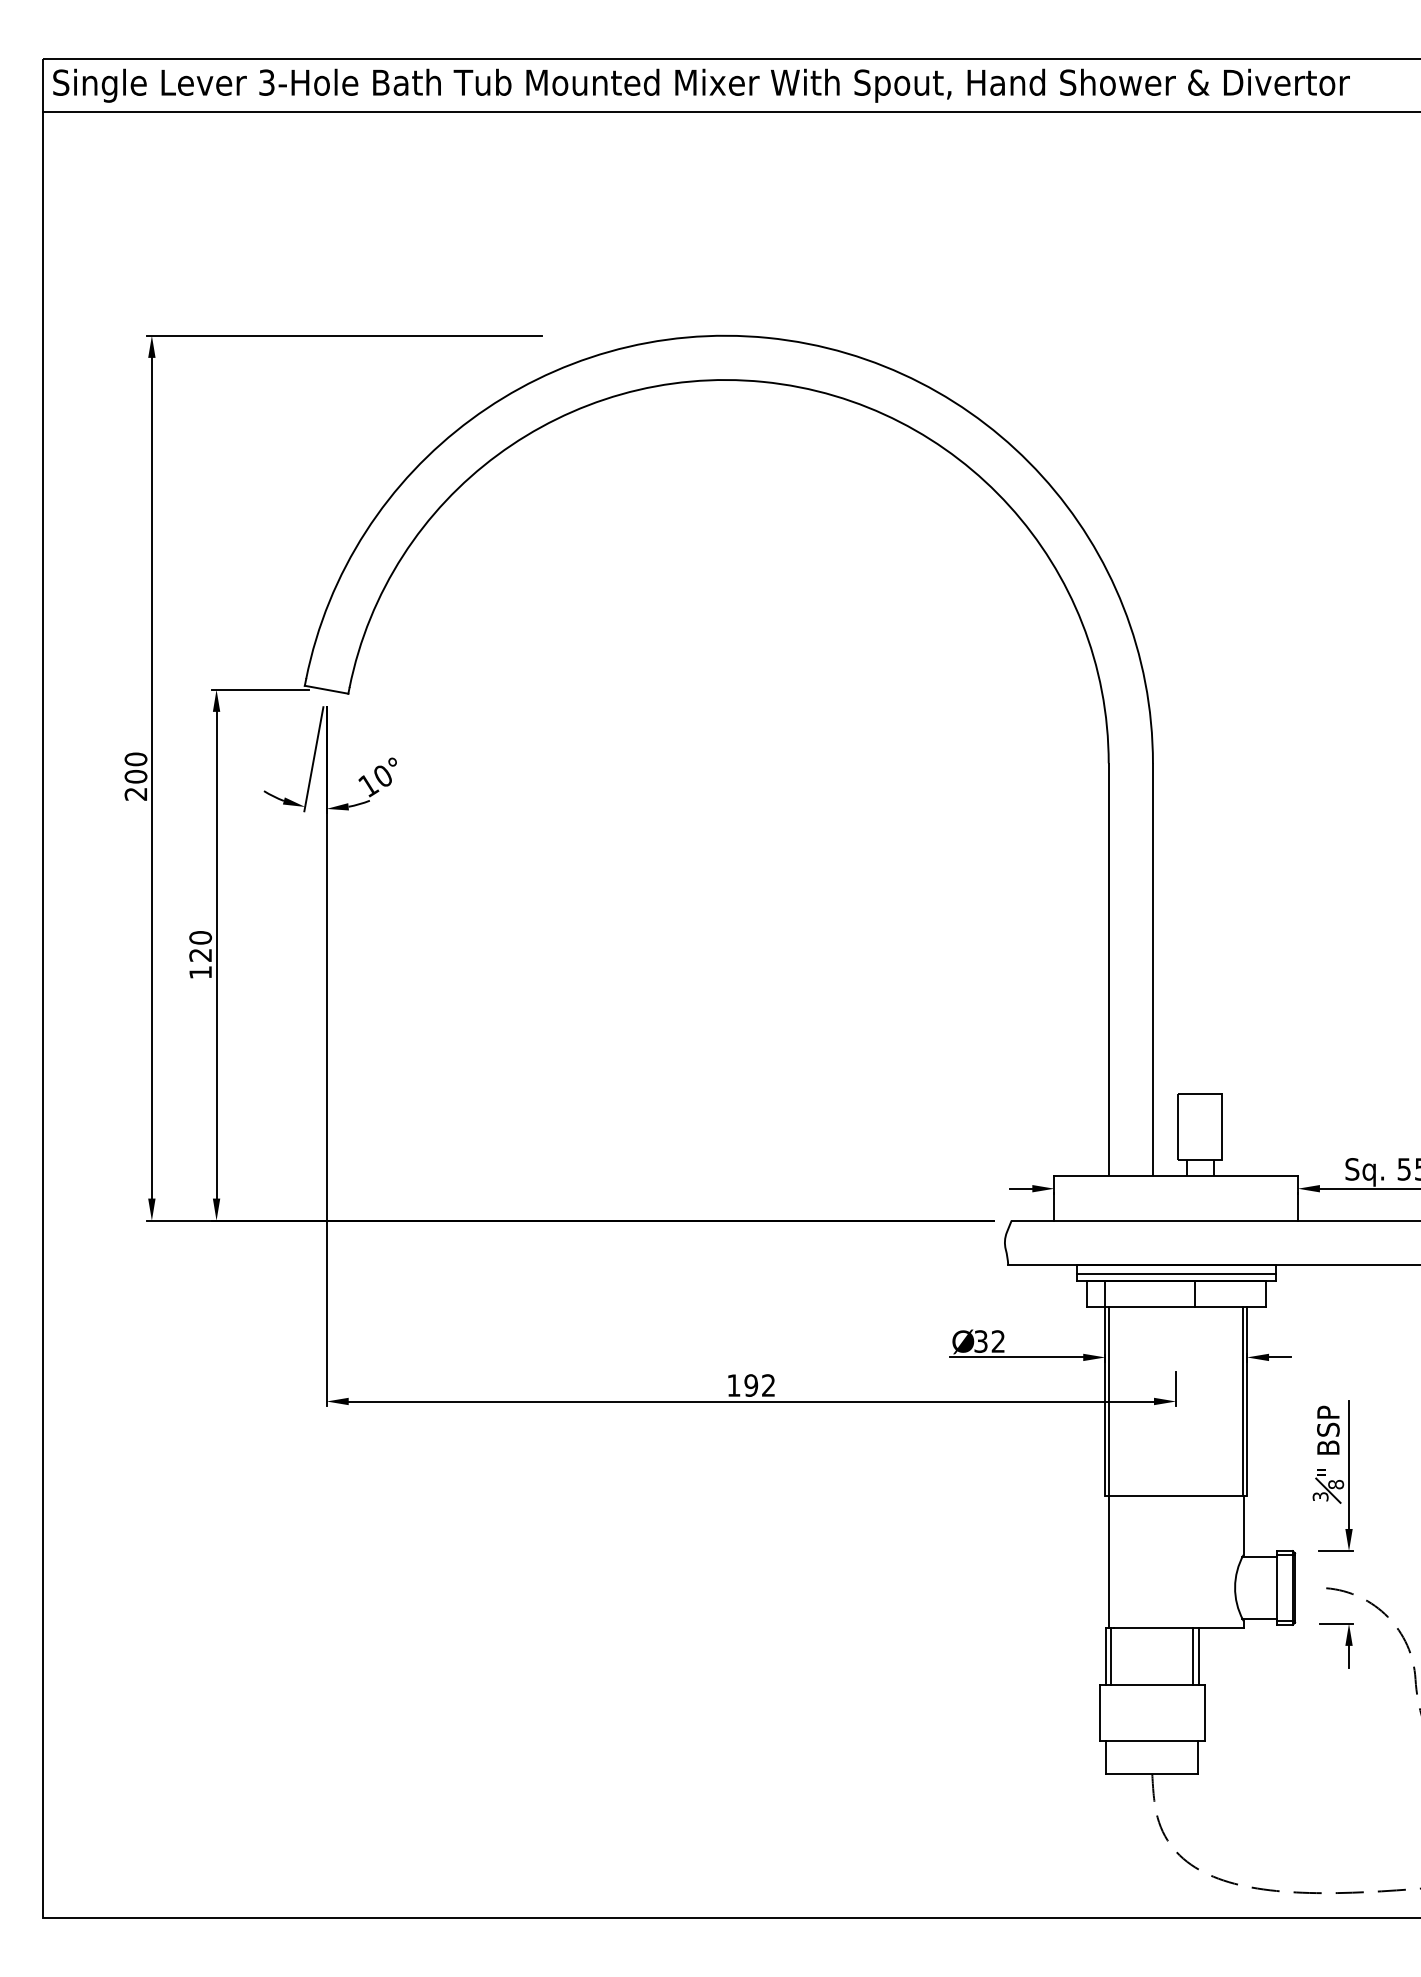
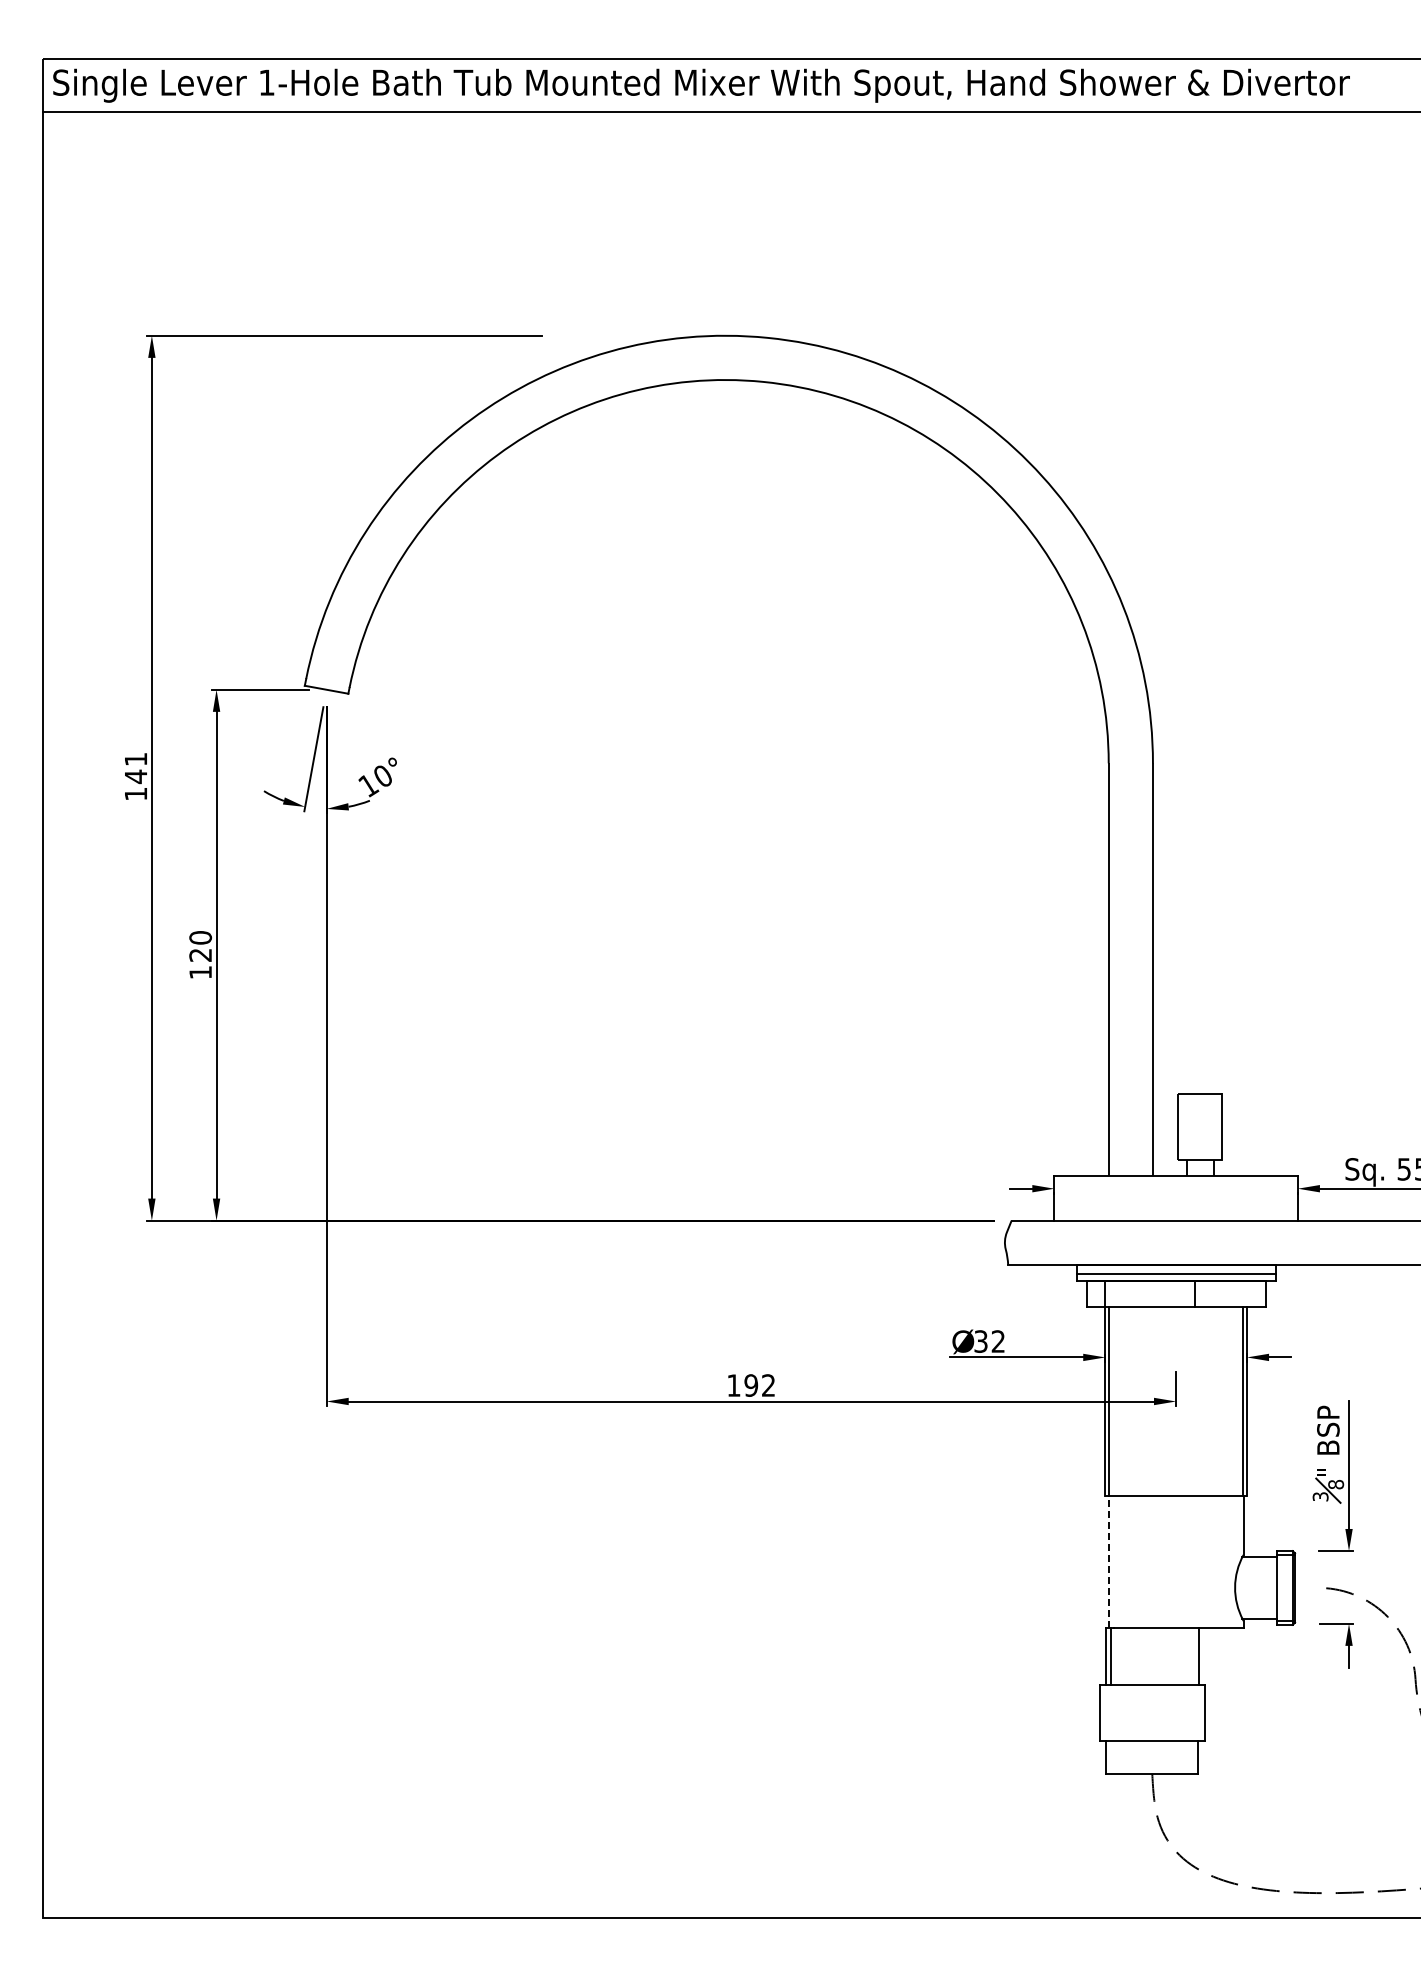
text at (266, 82): 3-Hole -> 1-Hole
text at (135, 776): 200 -> 141
line at (1108, 1561): solid -> dashed
line at (1193, 1656): present -> none
